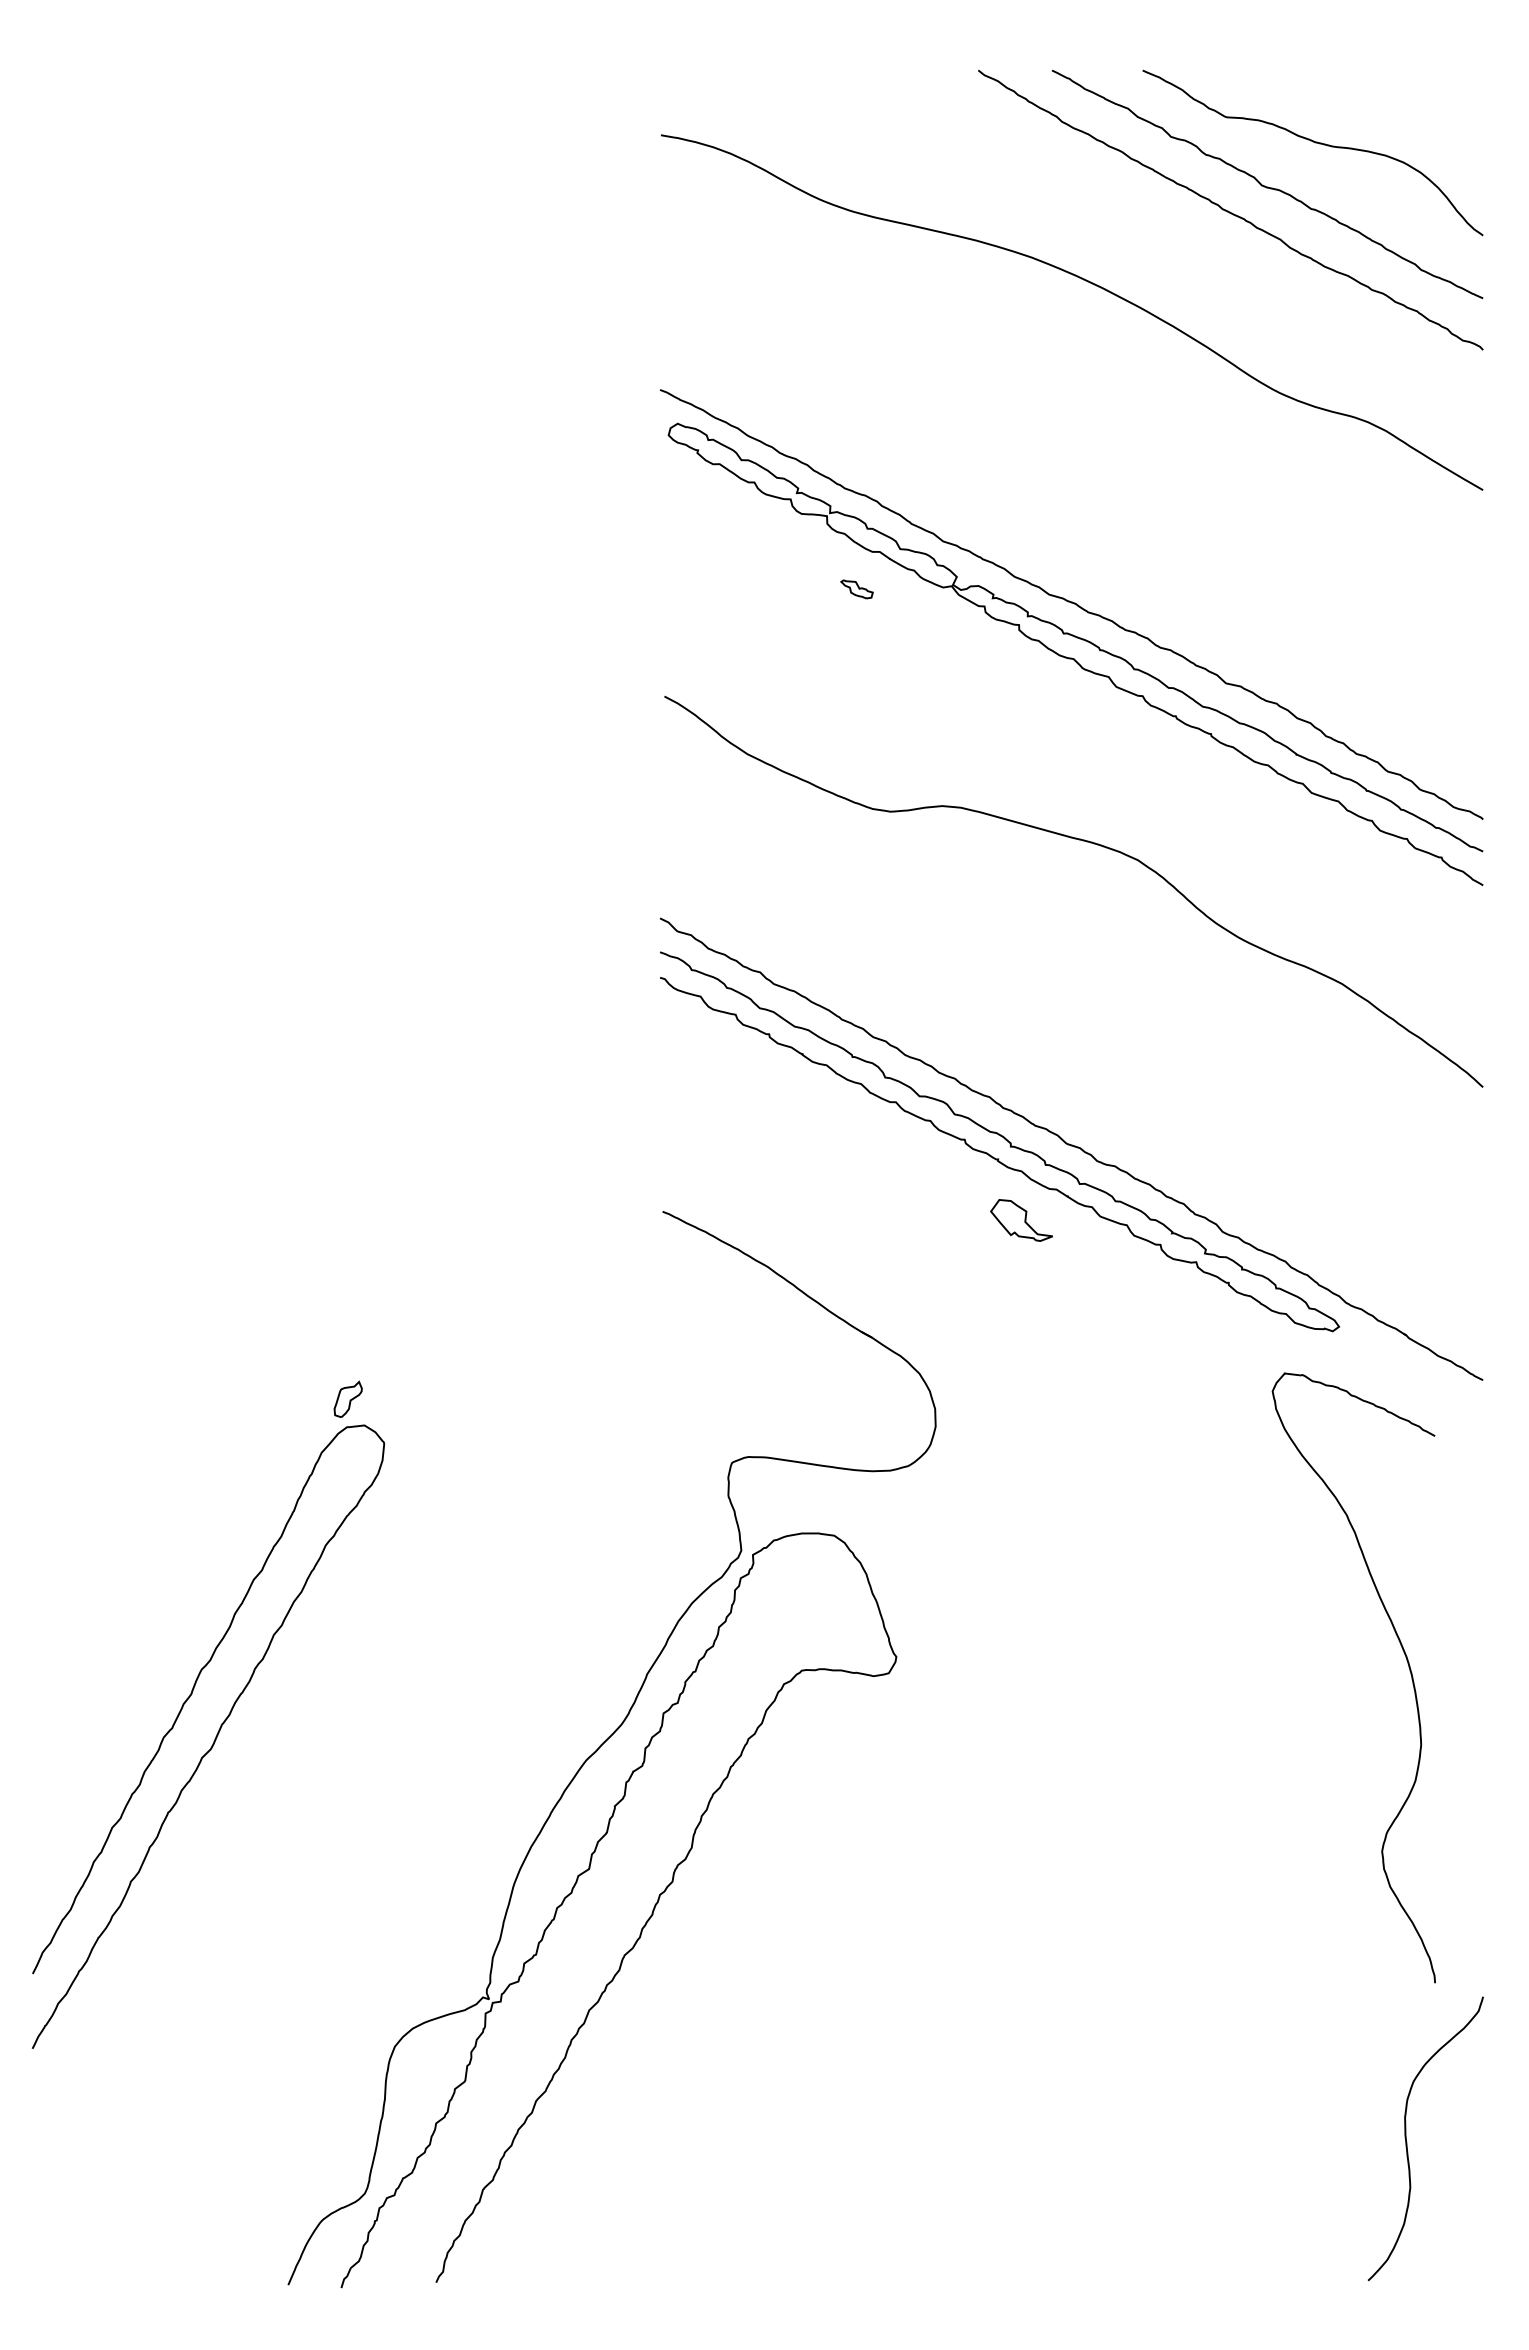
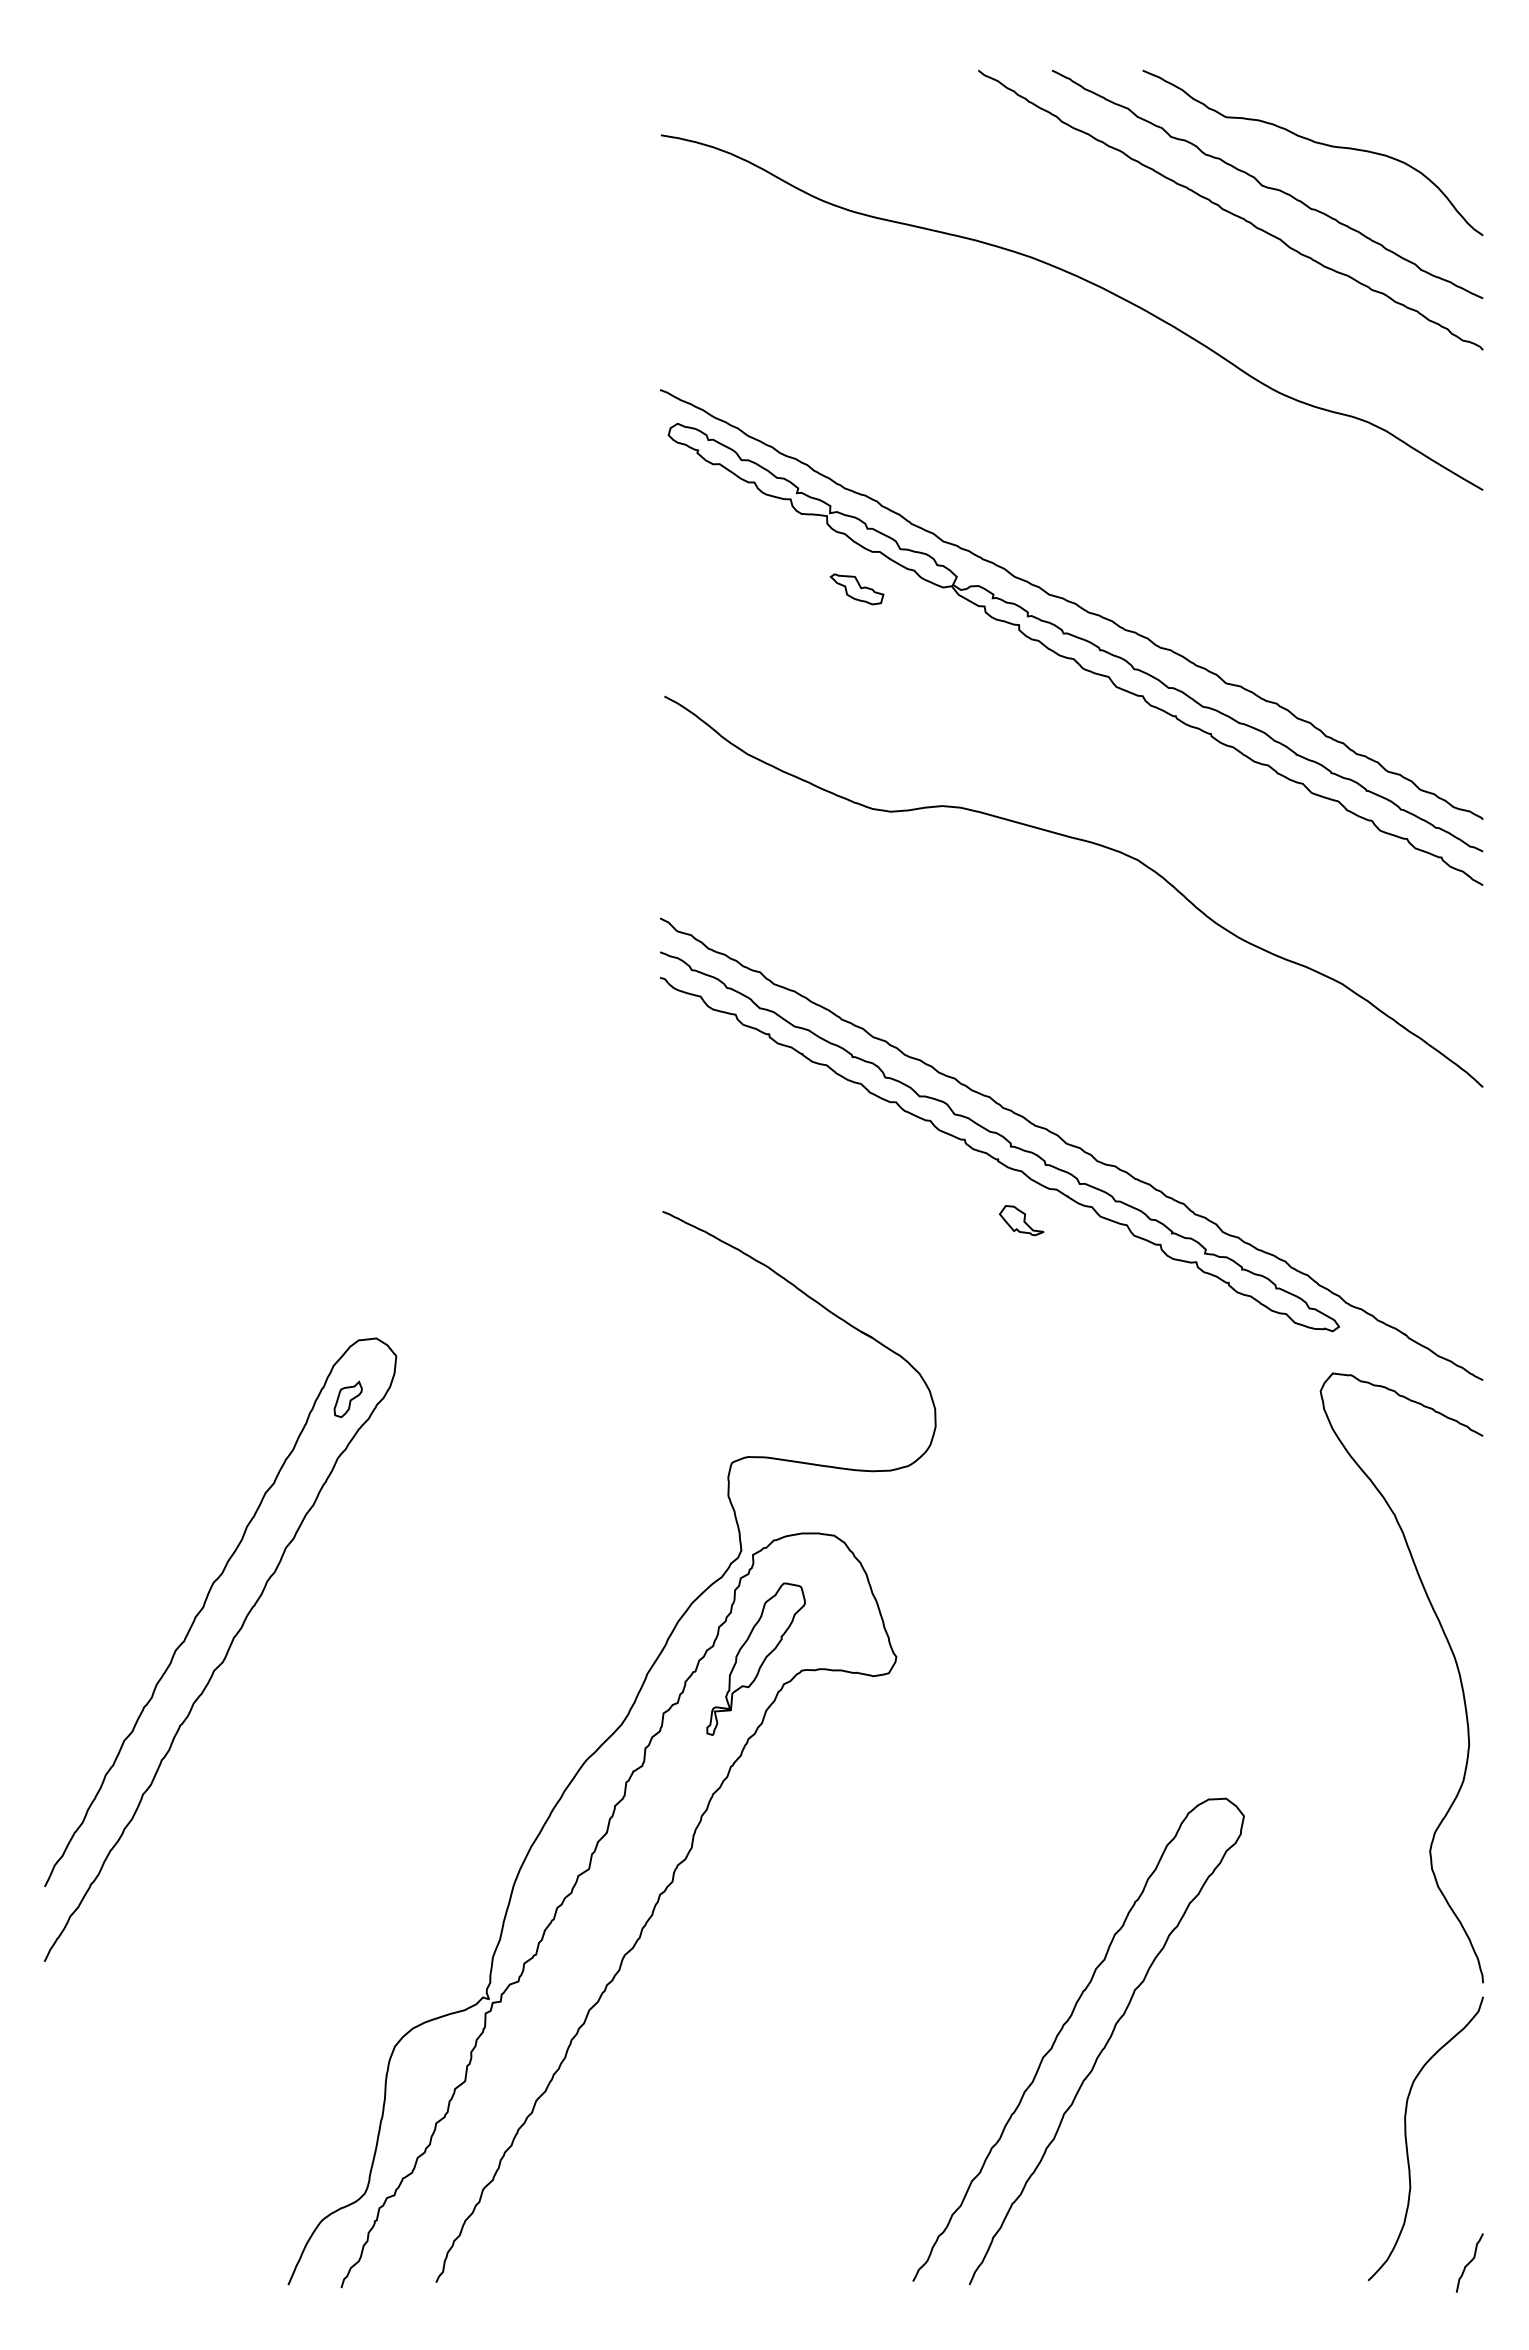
part at (856, 589) size: 34x21 px -> 56x33 px
part at (1021, 1220) size: 63x43 px -> 46x32 px
curve at (1404, 1655) position: (1404, 1655) -> (1452, 1655)
part at (755, 1658): none -> present
curve at (214, 1739) position: (214, 1739) -> (226, 1652)
curve at (1061, 2031): none -> present
curve at (1469, 2262): none -> present
